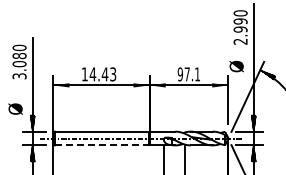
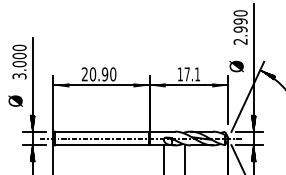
text at (19, 55): 3.080 -> 3.000
text at (98, 74): 14.43 -> 20.90
text at (180, 74): 97.1 -> 17.1
text at (15, 108) position: (15, 108) -> (15, 100)
line at (102, 145): dashed -> solid
